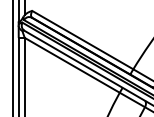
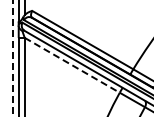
line at (12, 59): solid -> dashed
line at (72, 65): solid -> dashed
